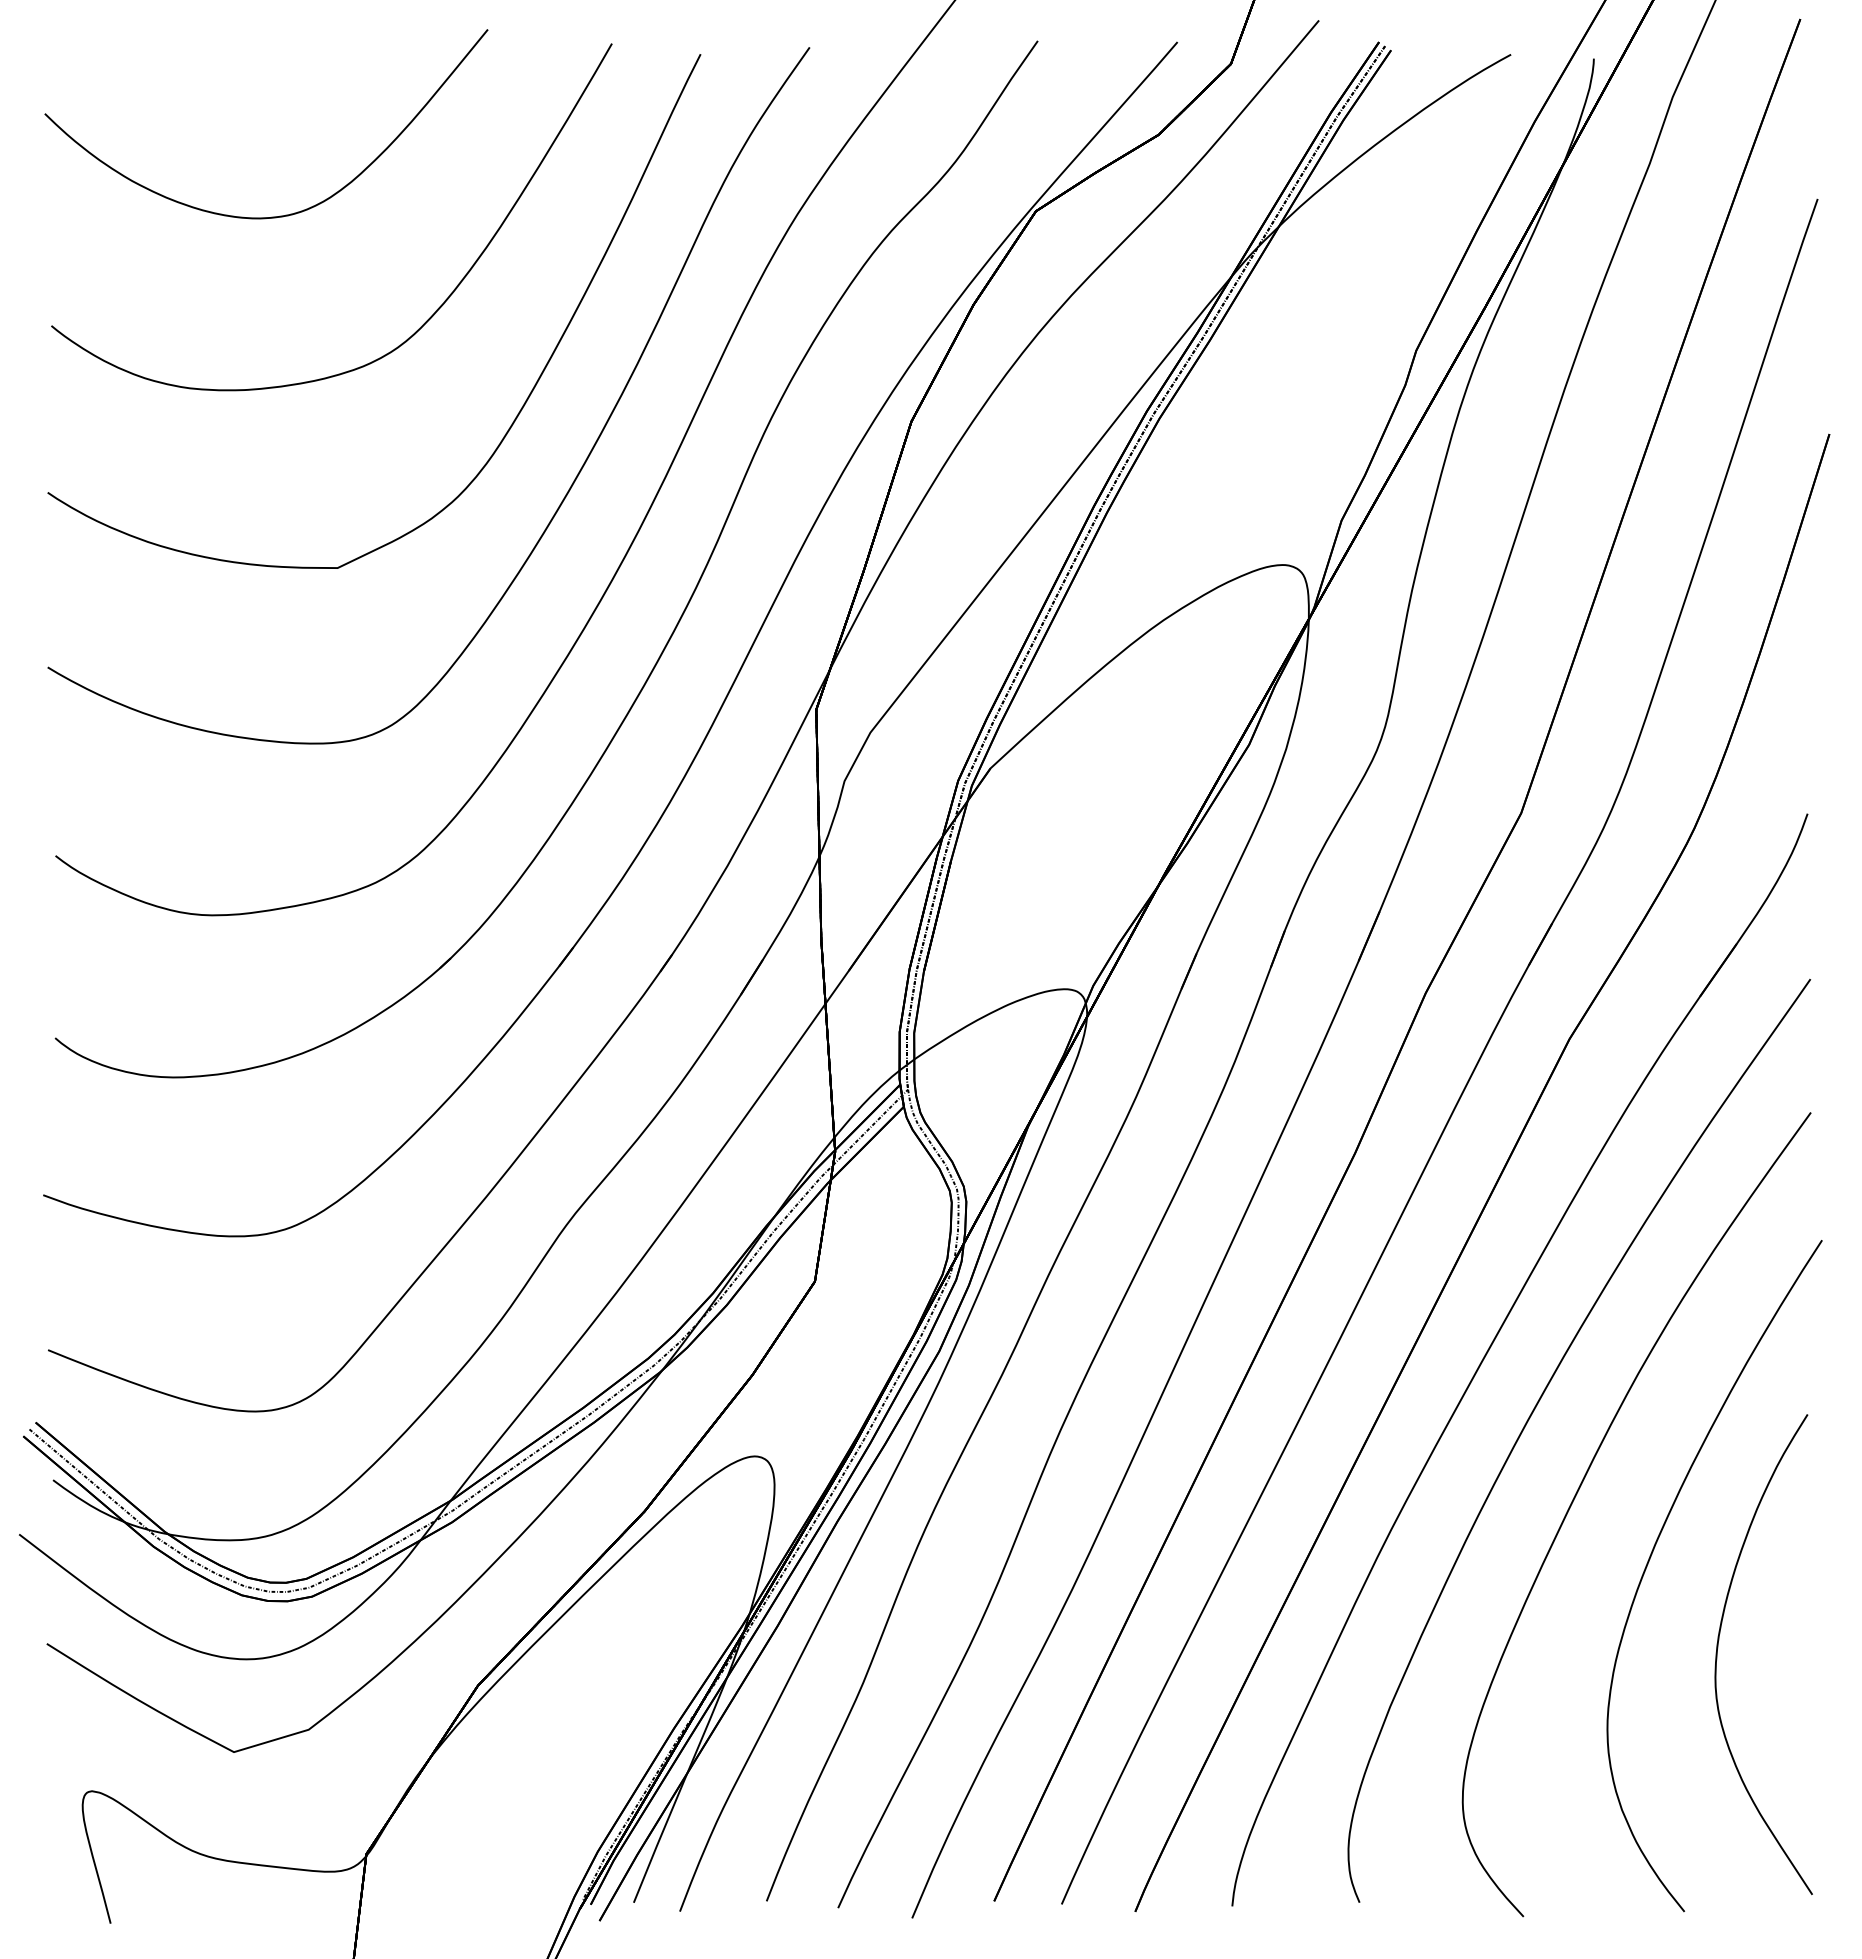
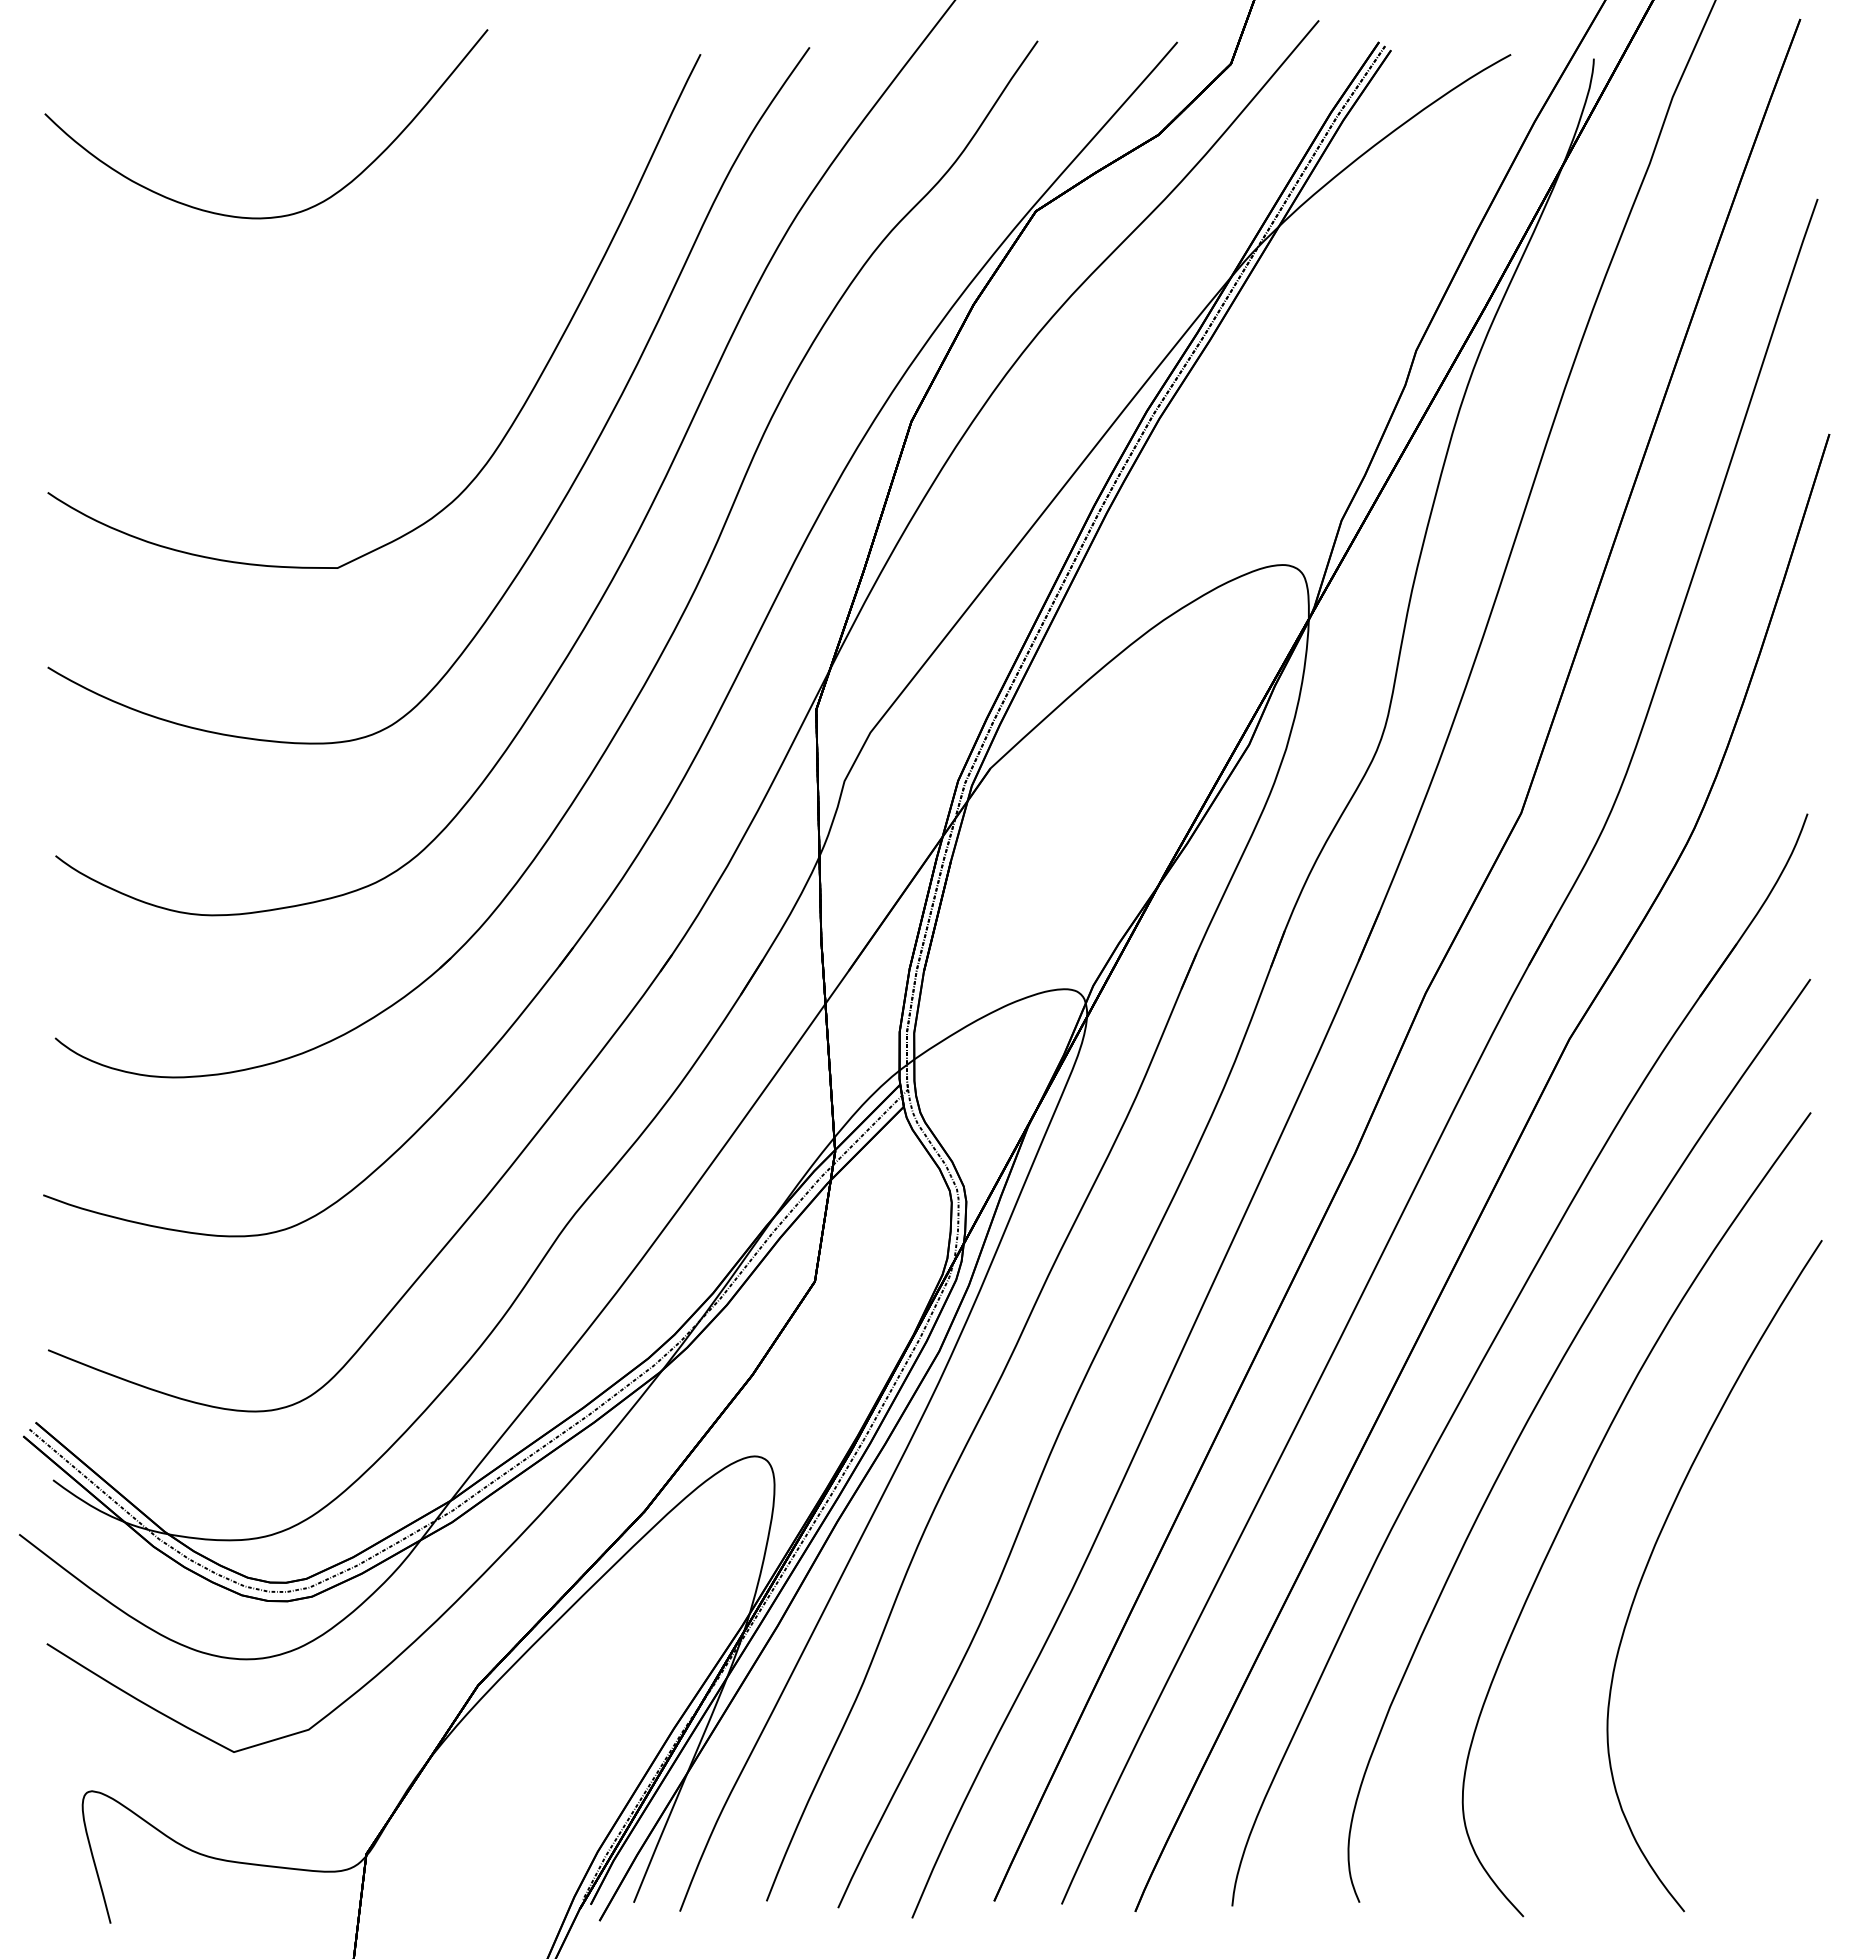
part at (436, 309): present -> none
part at (1718, 1648): present -> none
